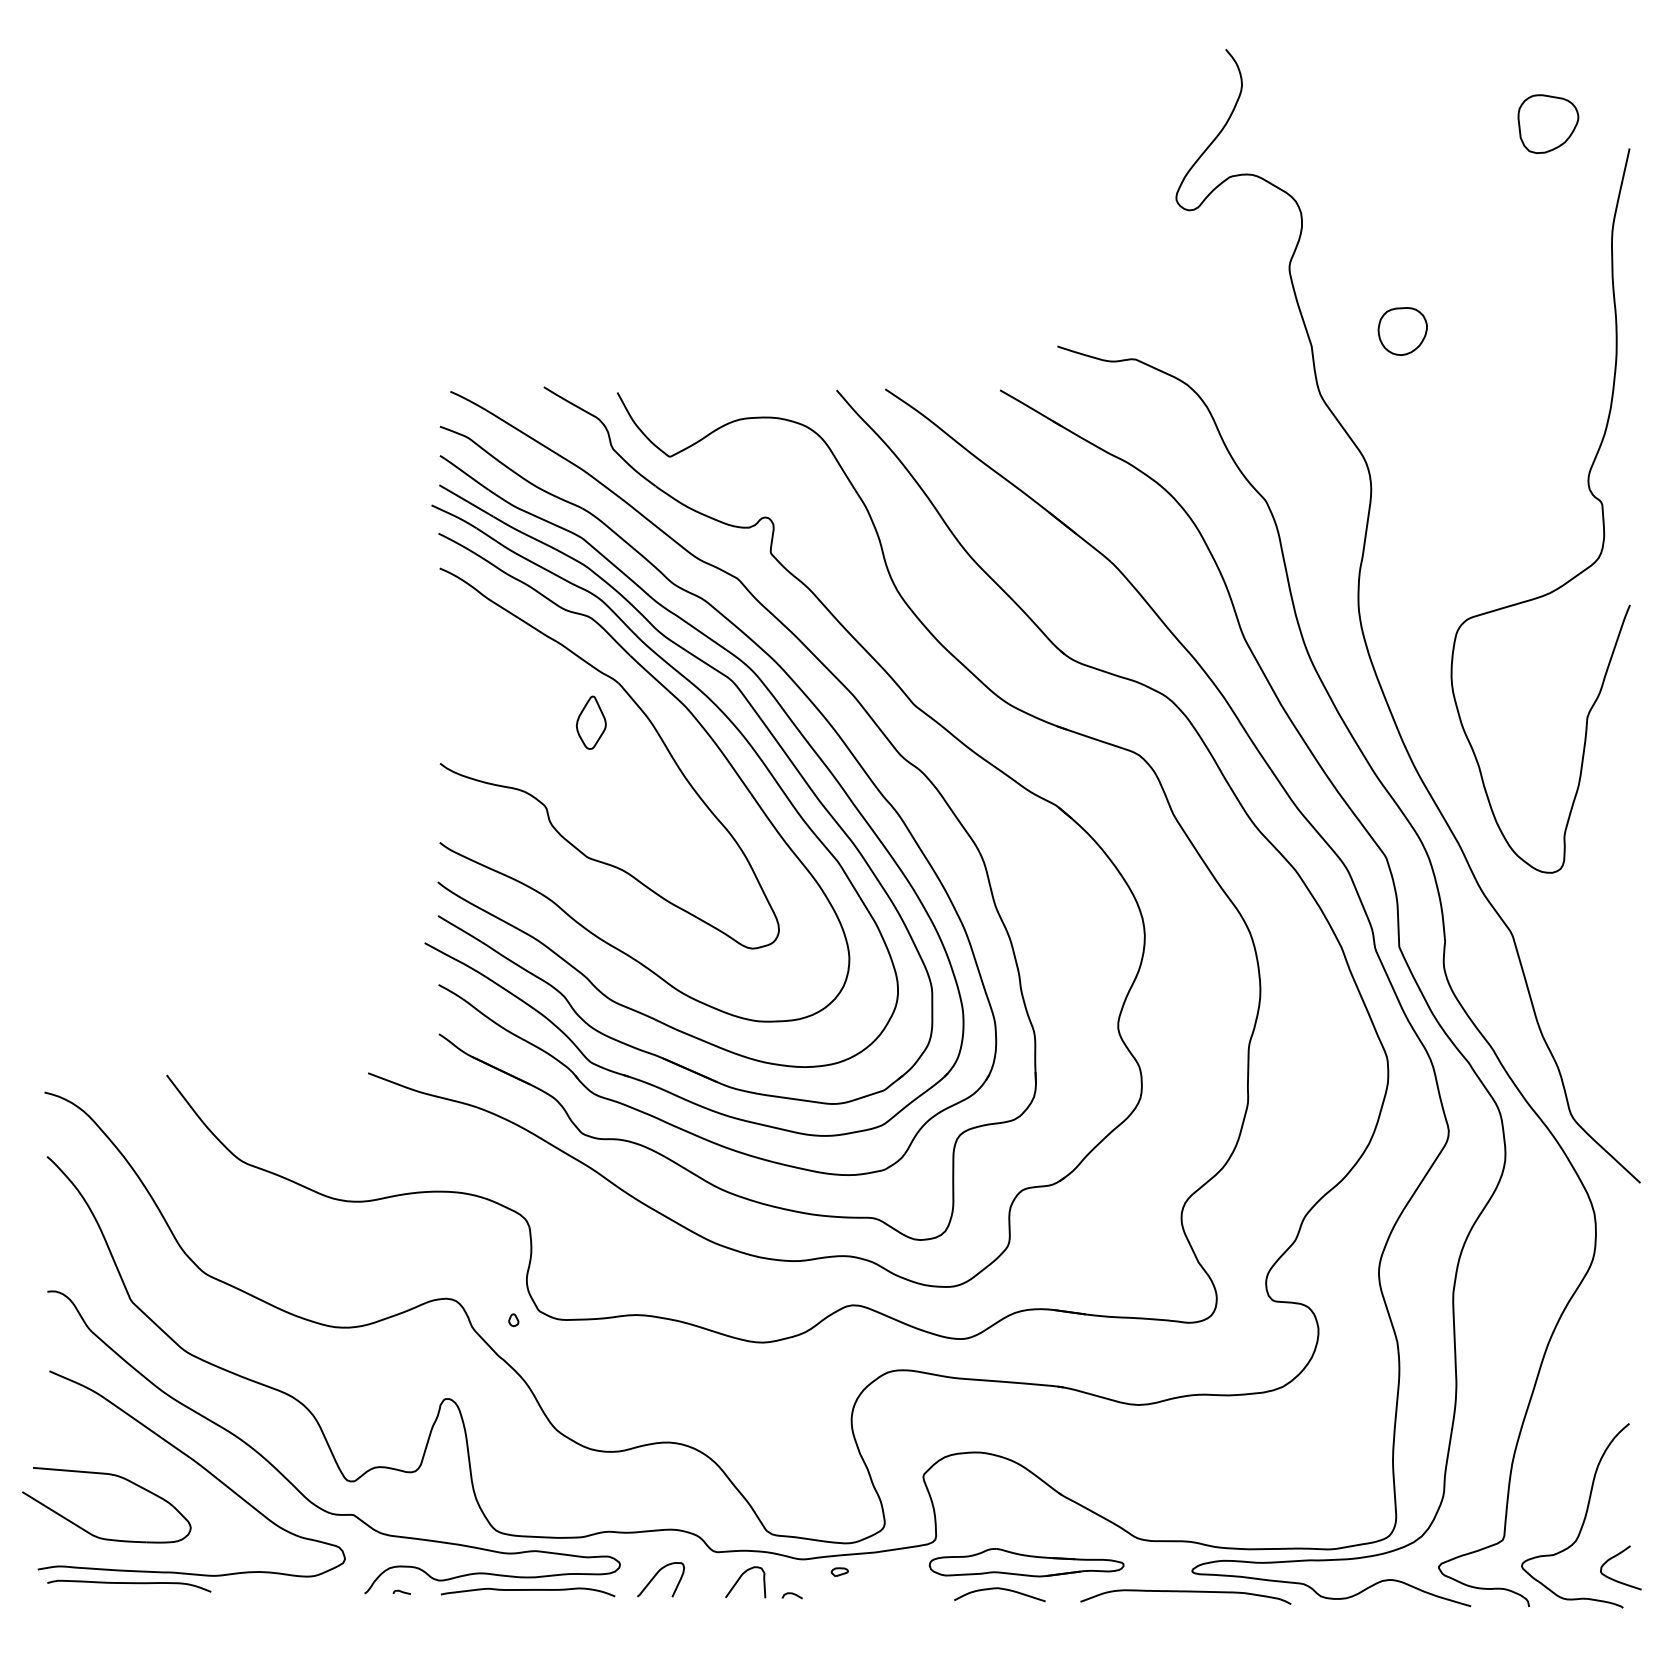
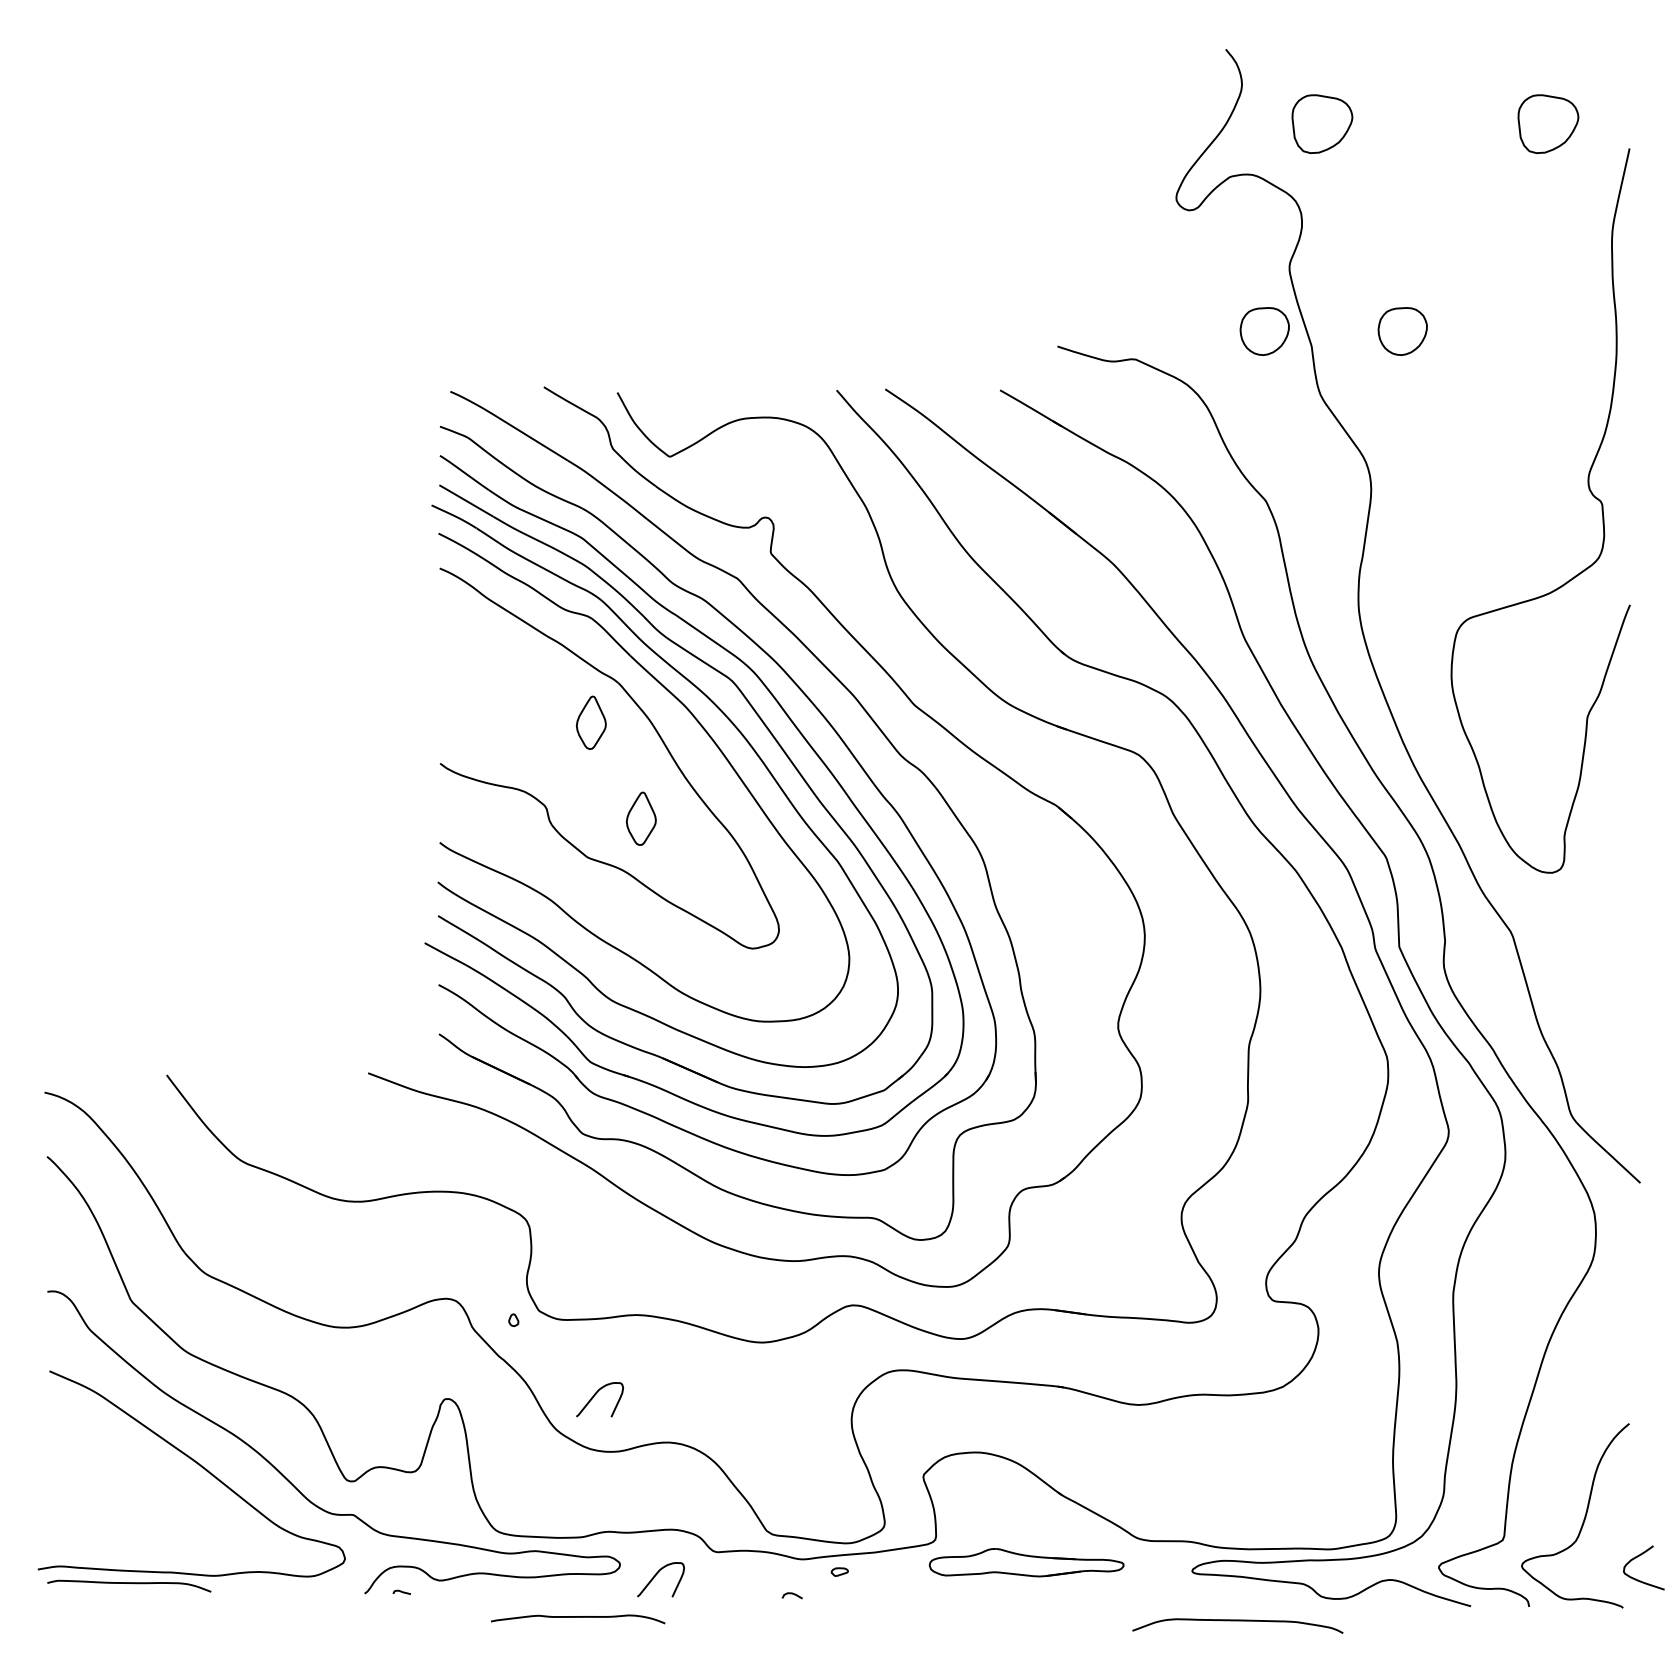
part at (1322, 123): none -> present
part at (1264, 331): none -> present
part at (640, 818): none -> present
curve at (595, 1395): none -> present
part at (114, 1476): present -> none
curve at (1613, 1558) position: (1613, 1558) -> (1636, 1558)
curve at (739, 1580): present -> none
curve at (999, 1589): present -> none
curve at (528, 1590) position: (528, 1590) -> (578, 1617)
curve at (1185, 1592) position: (1185, 1592) -> (1237, 1621)
